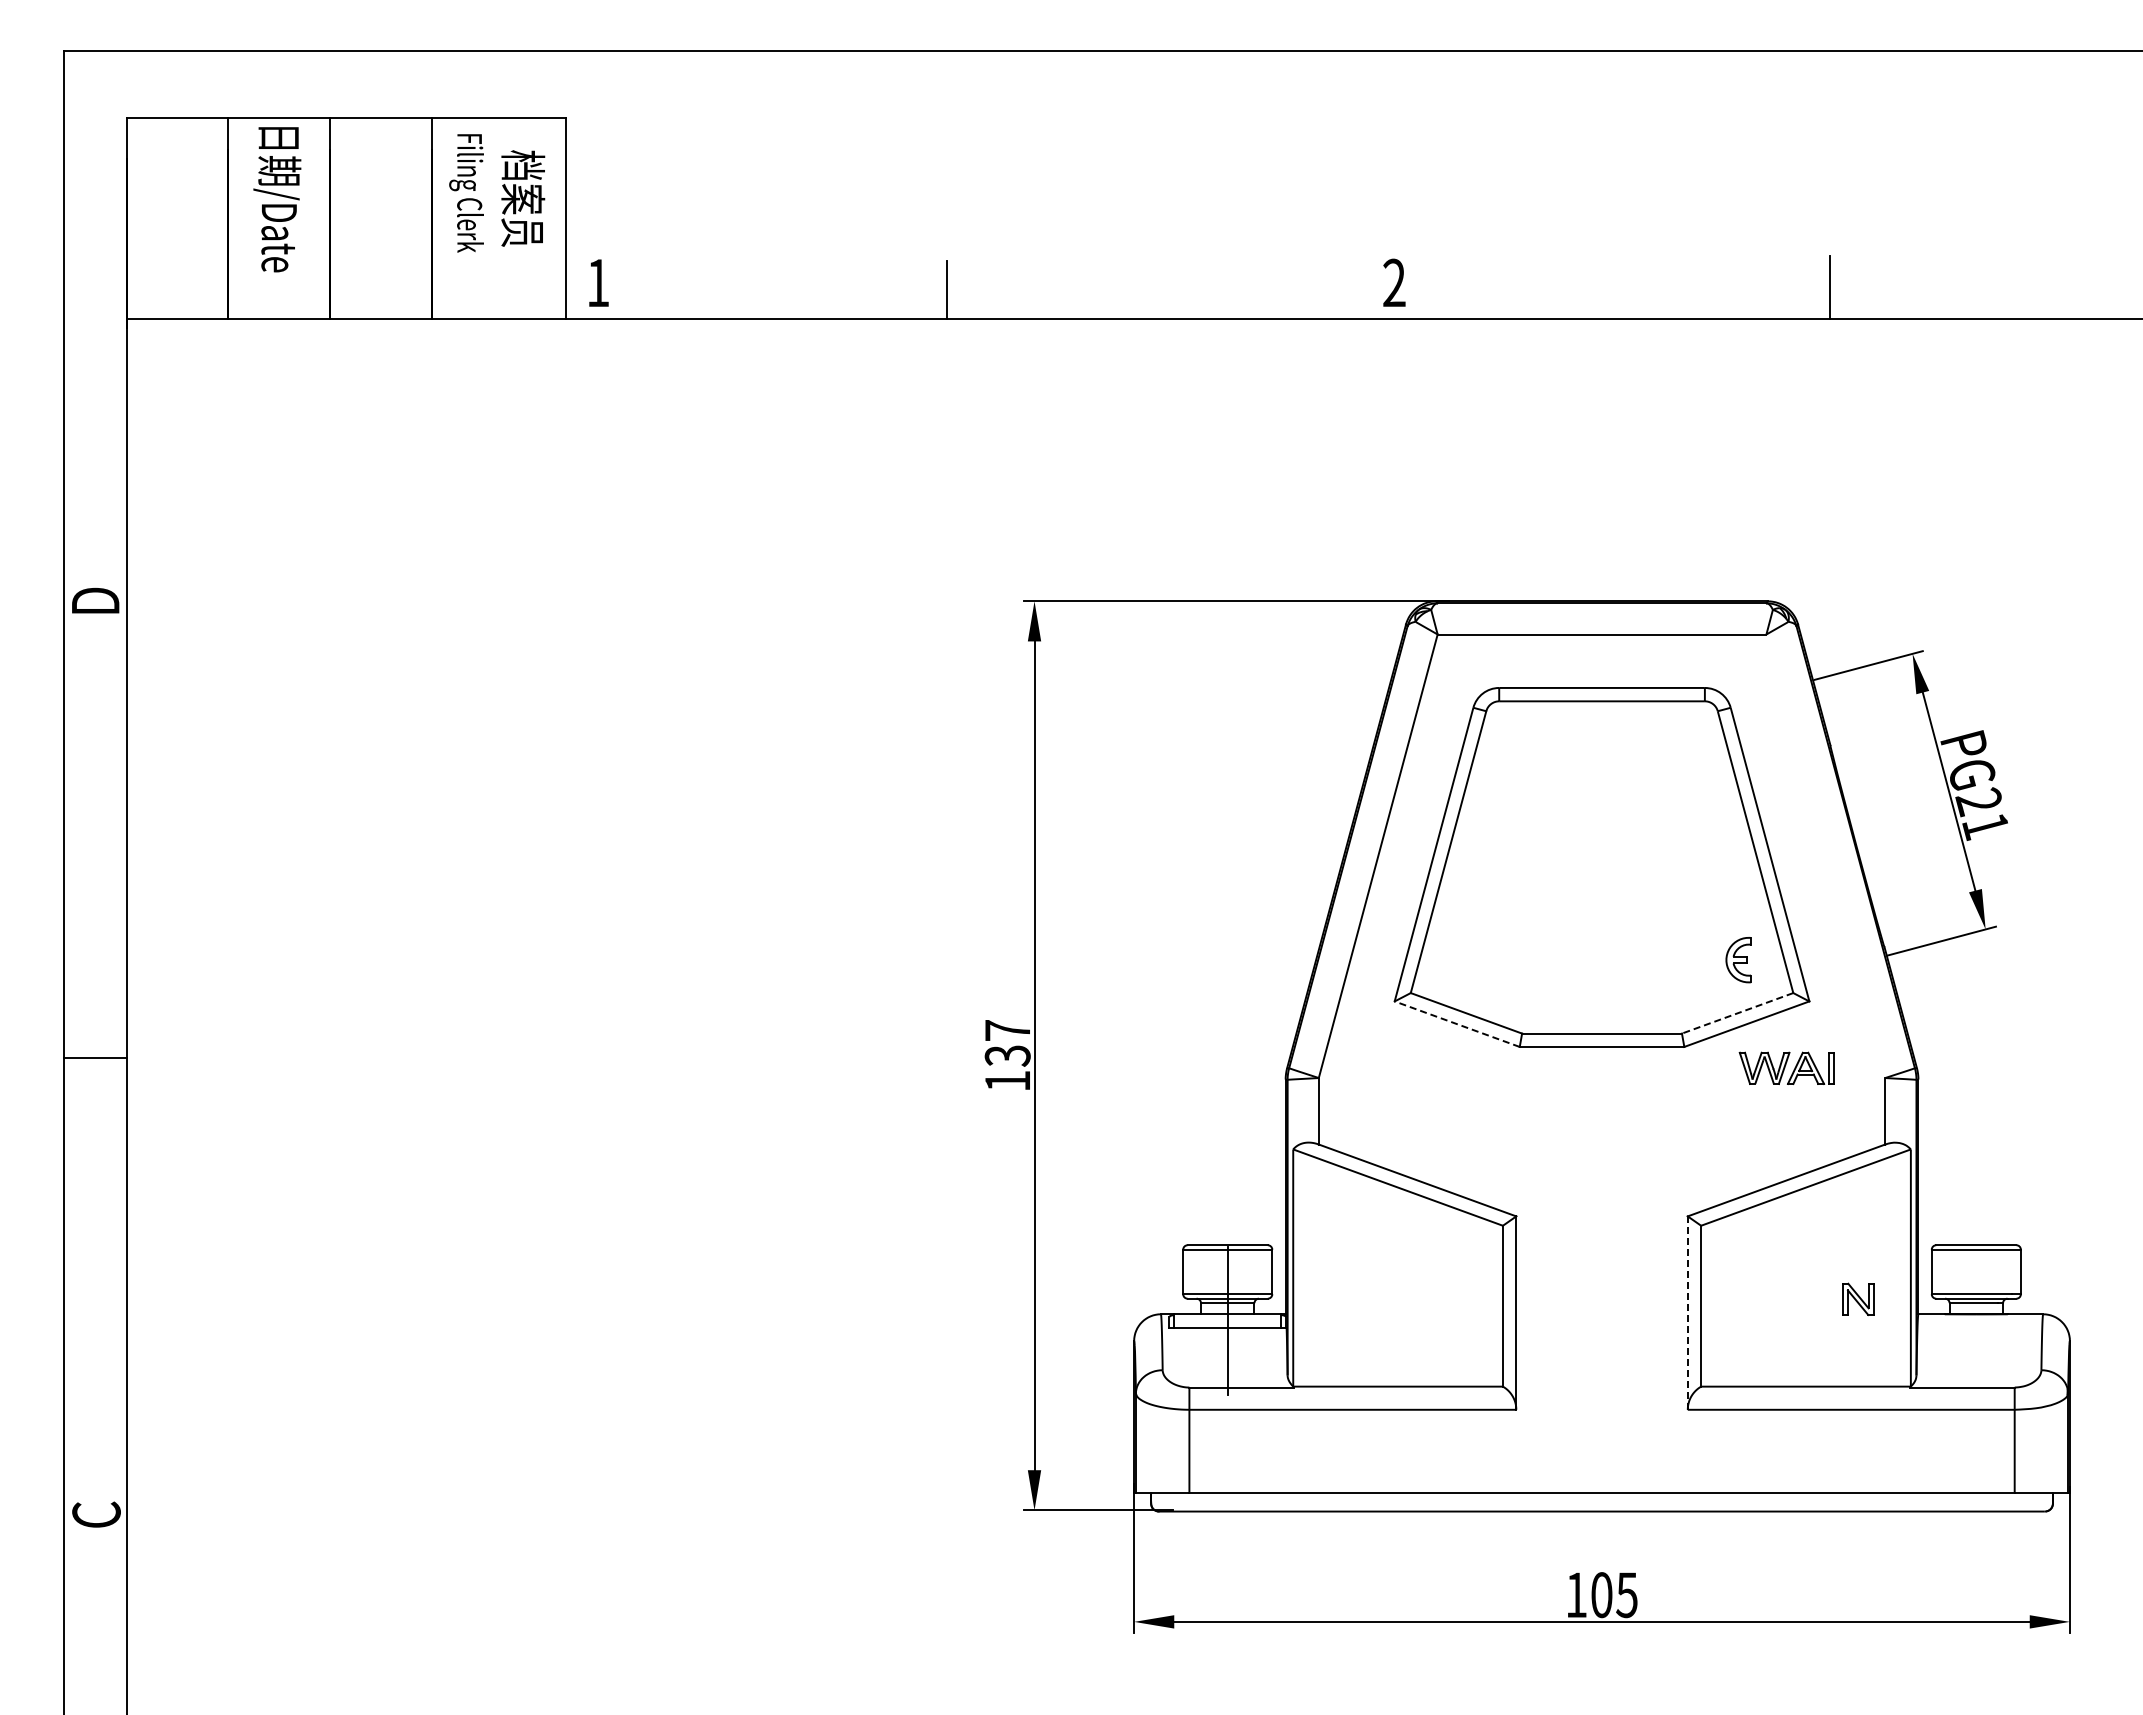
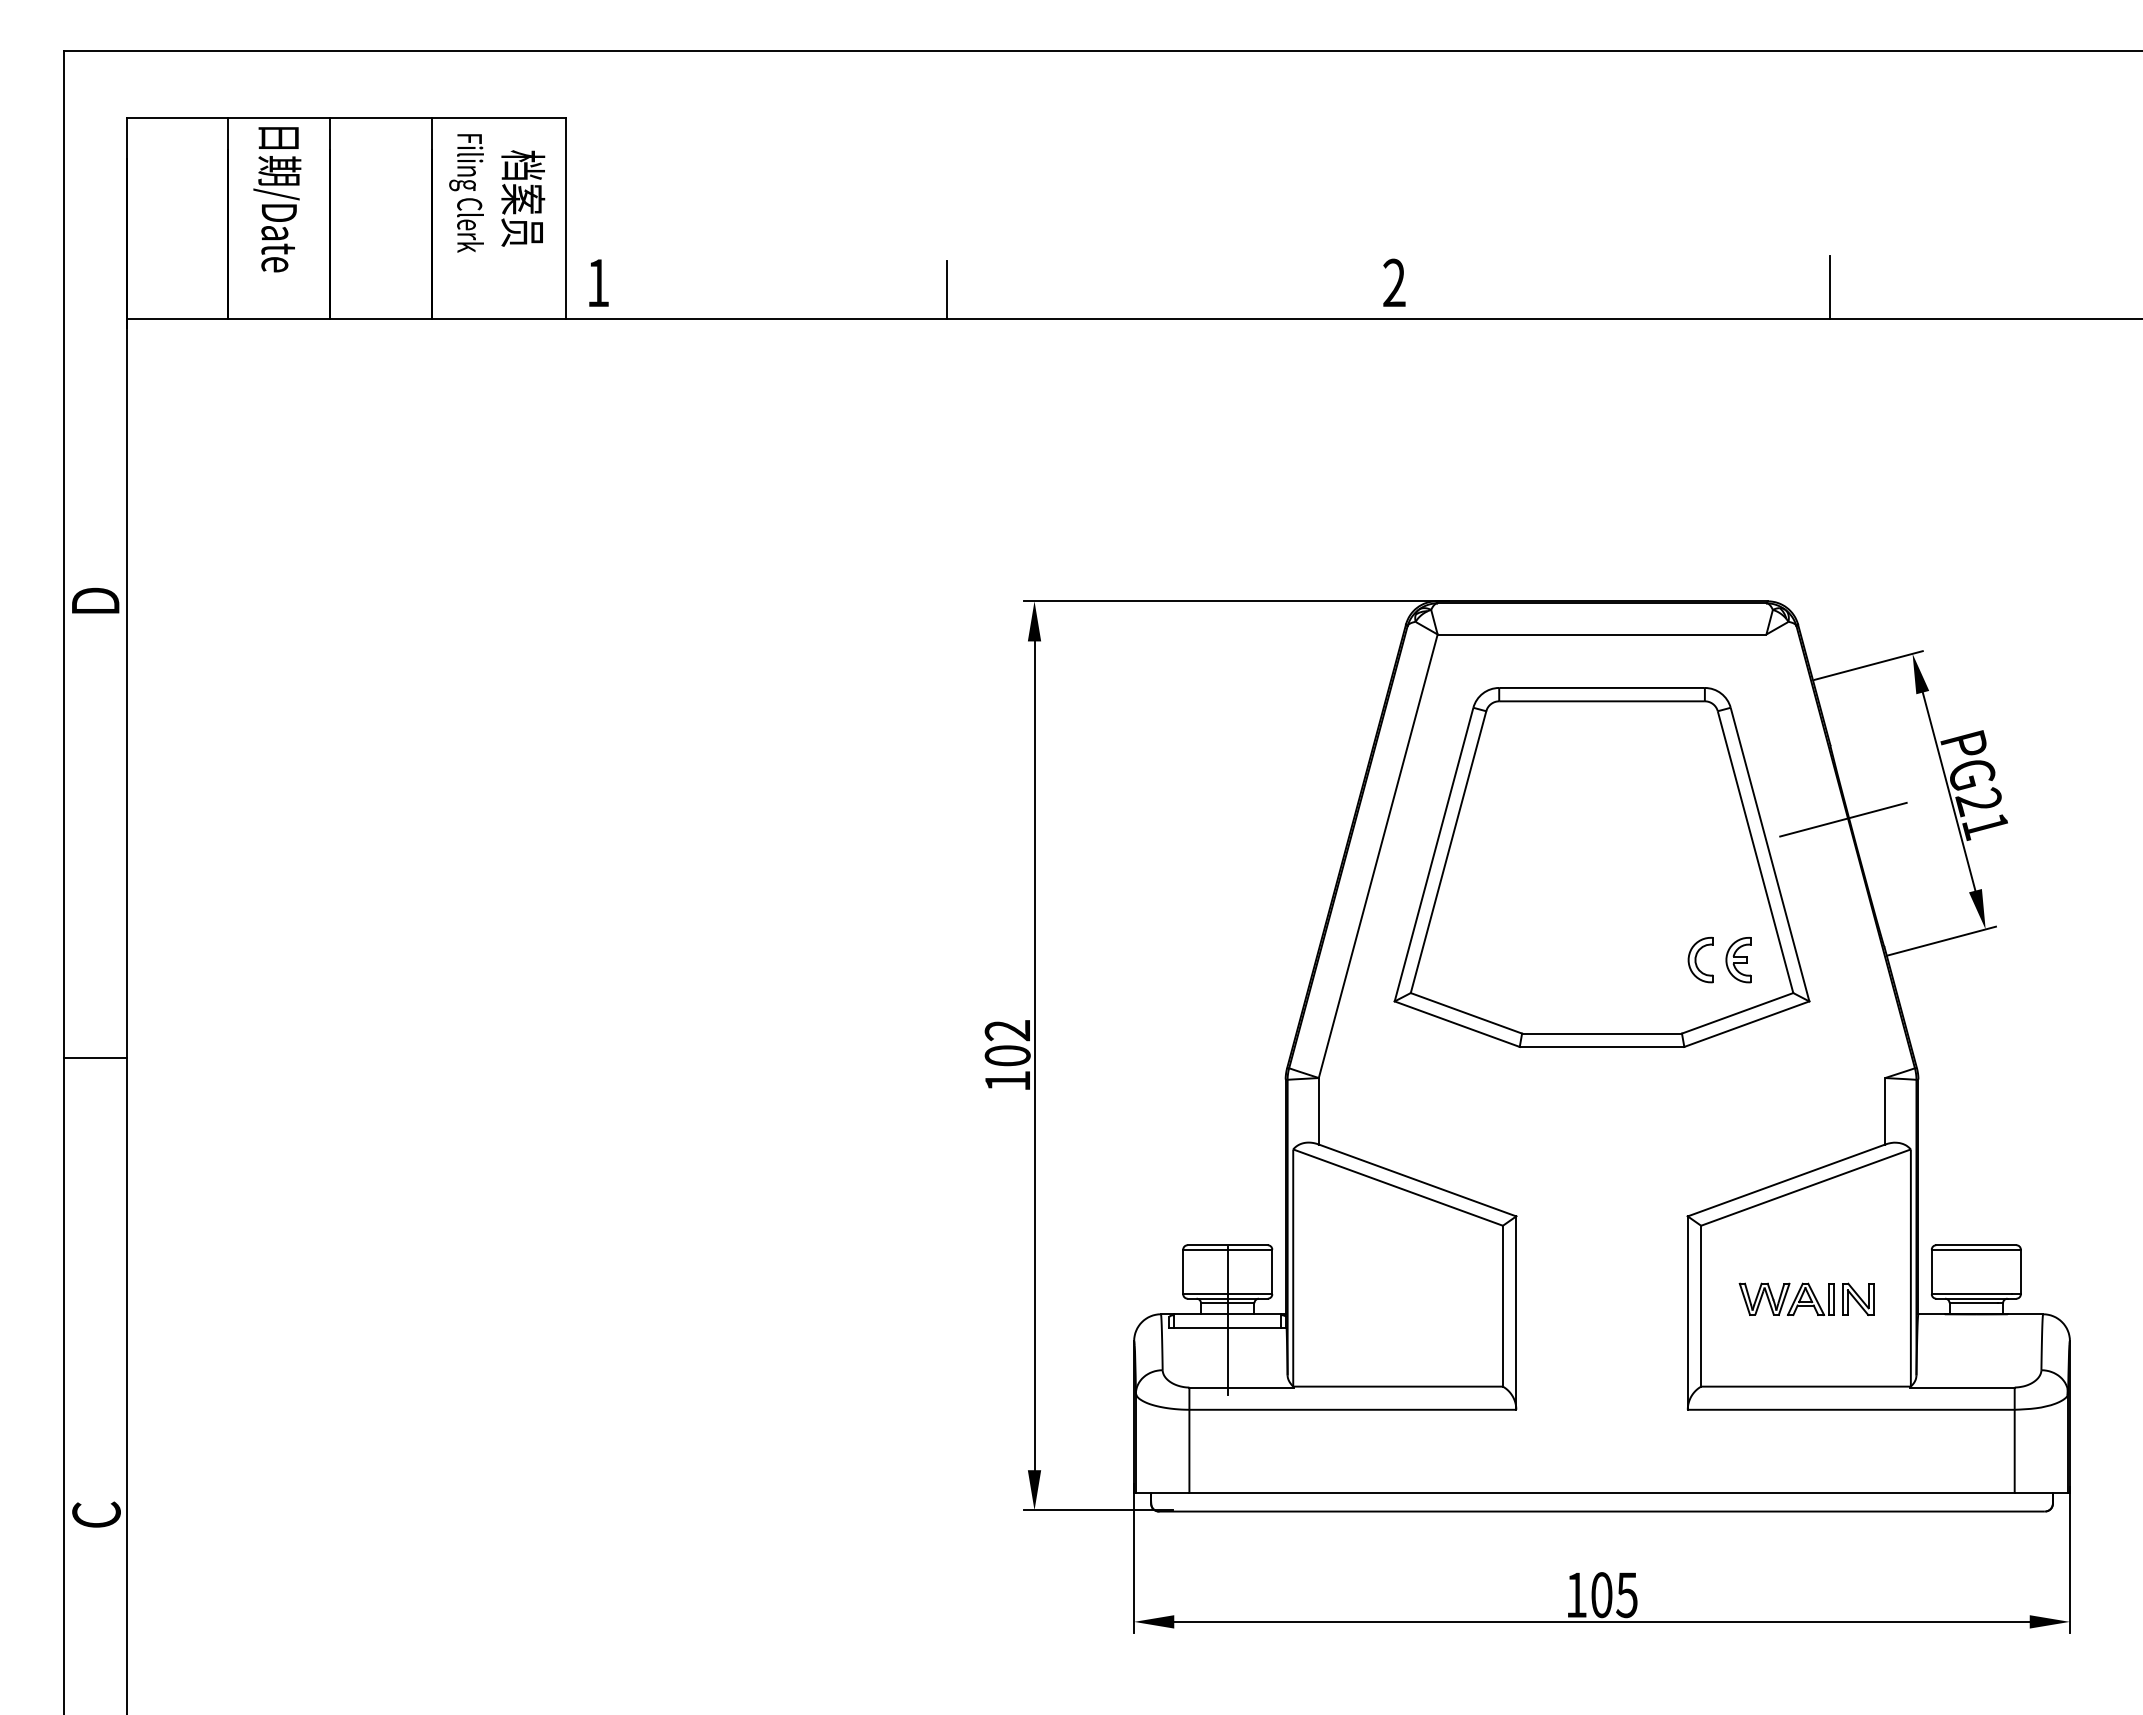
line at (1843, 819): none -> present
part at (1700, 959): none -> present
line at (1737, 1013): dashed -> solid
line at (1457, 1024): dashed -> solid
text at (1007, 1043): 137 -> 102
part at (1786, 1067) position: (1786, 1067) -> (1786, 1298)
line at (1687, 1313): dashed -> solid
